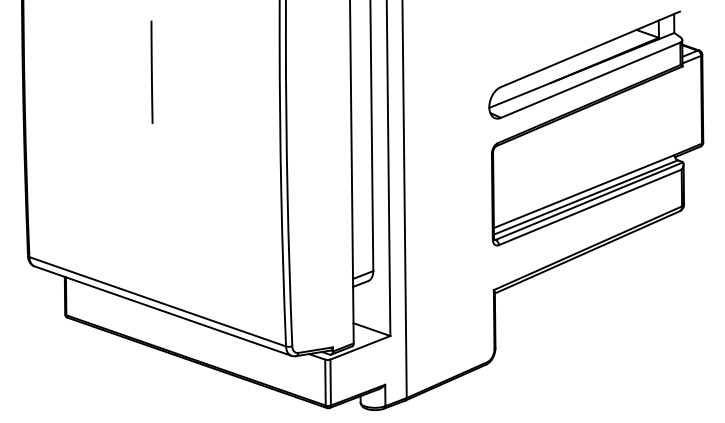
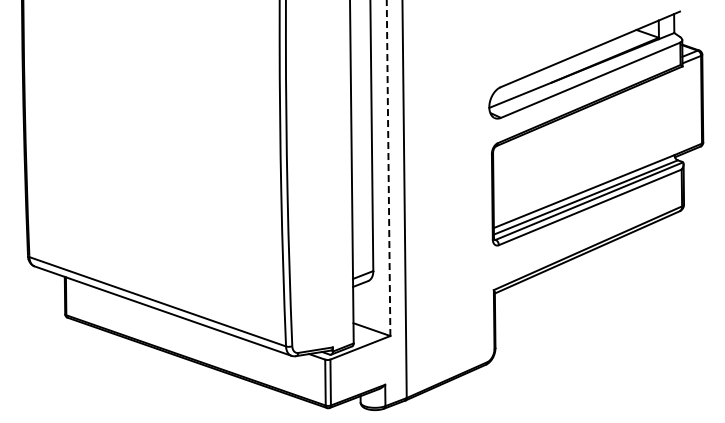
line at (151, 71): present -> none
line at (388, 168): solid -> dashed
